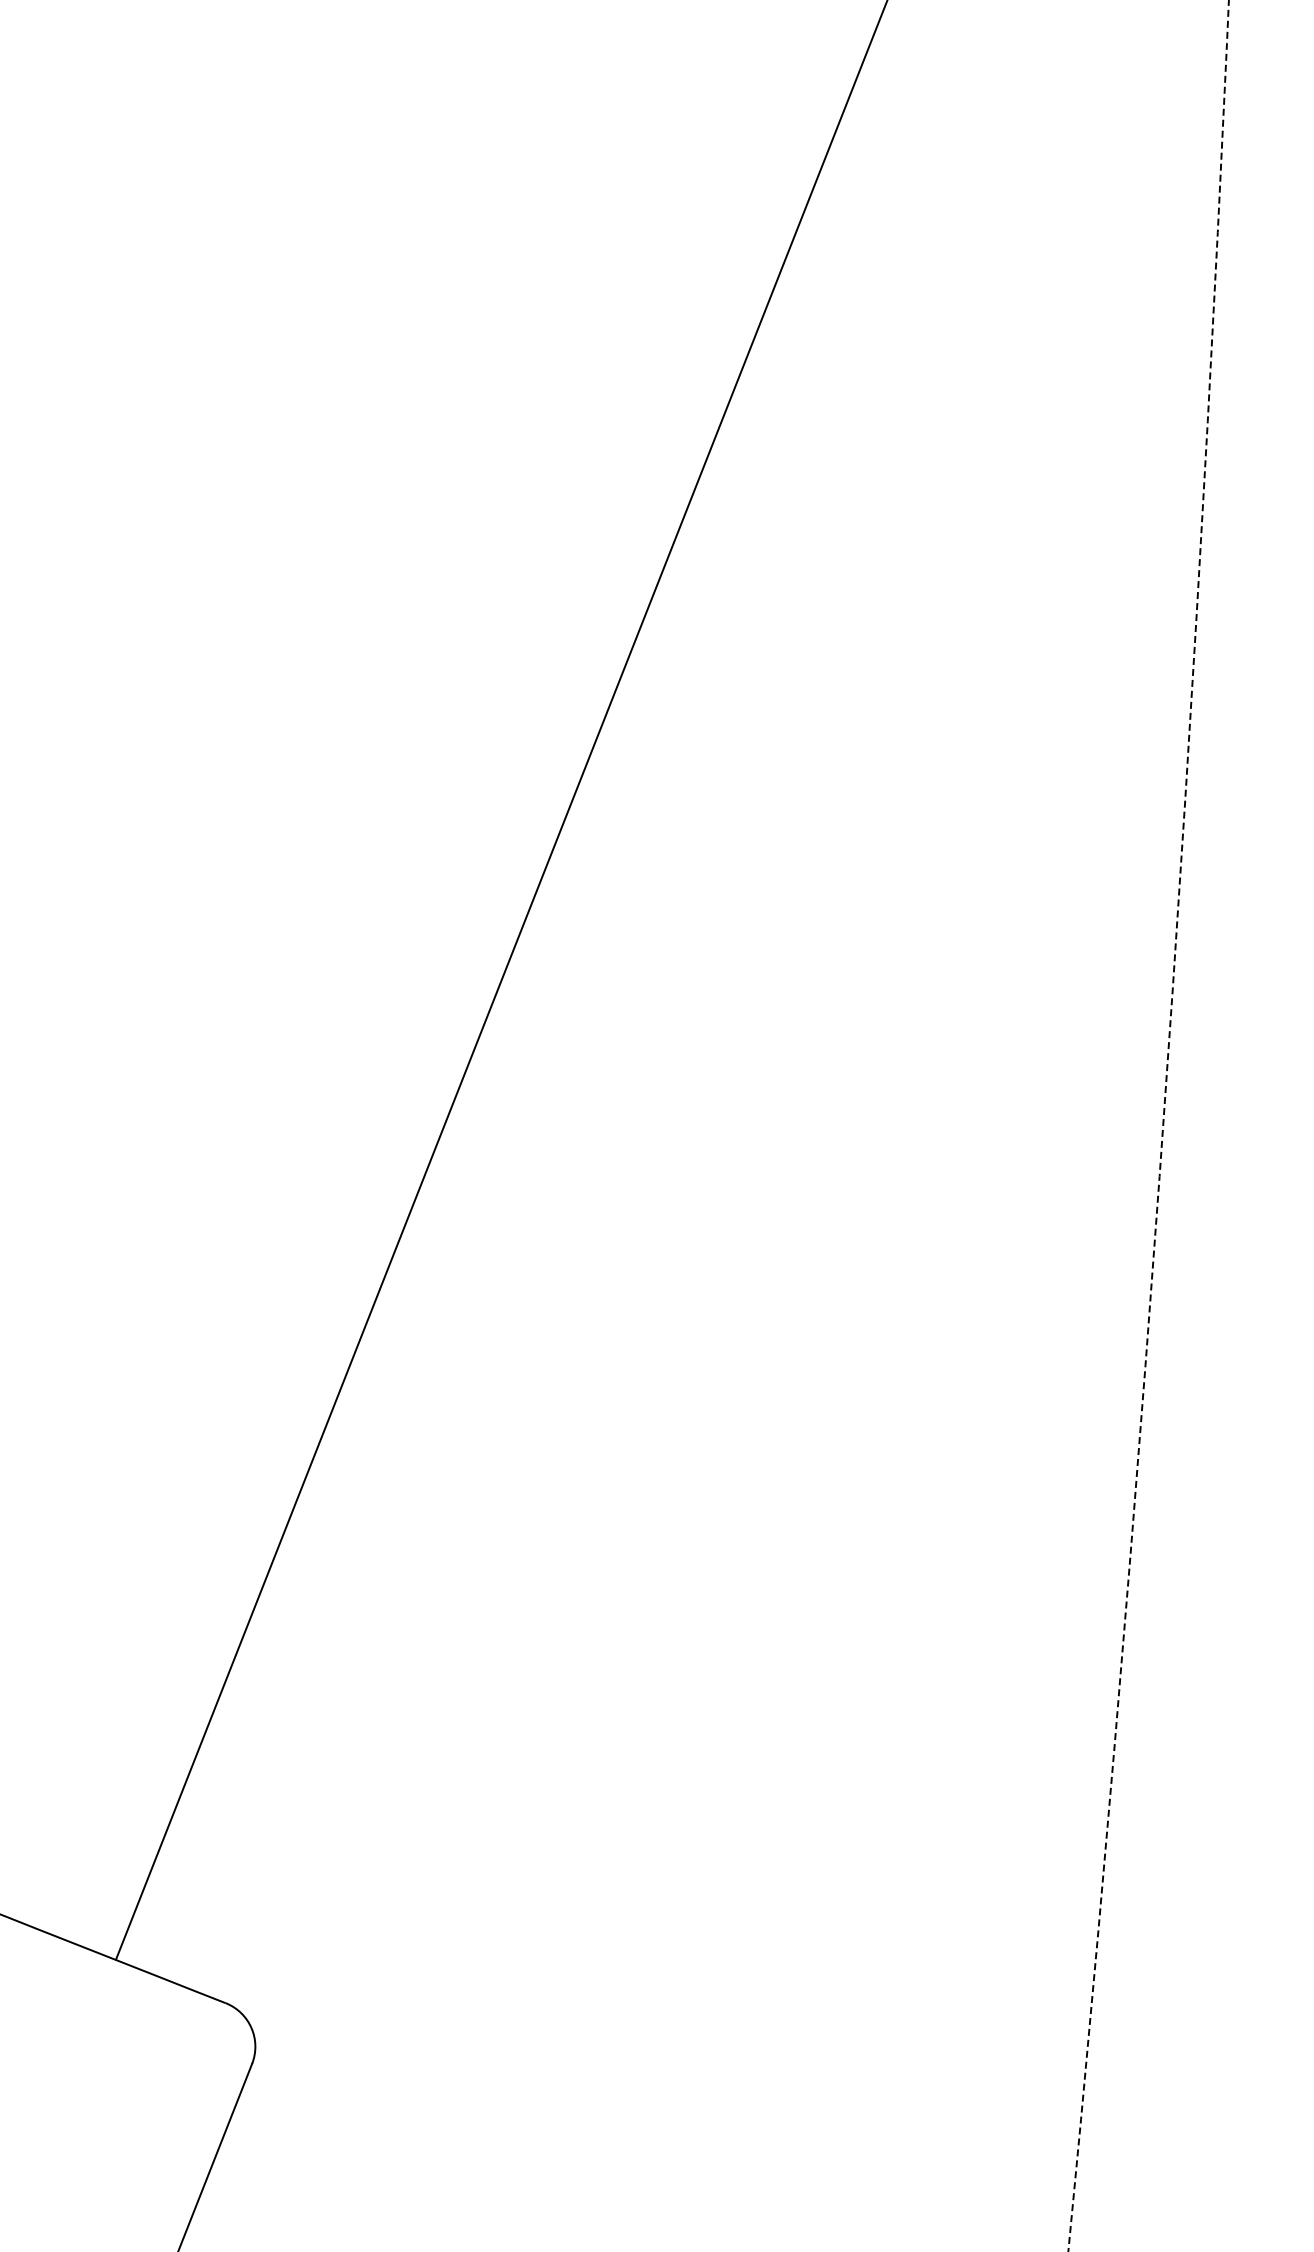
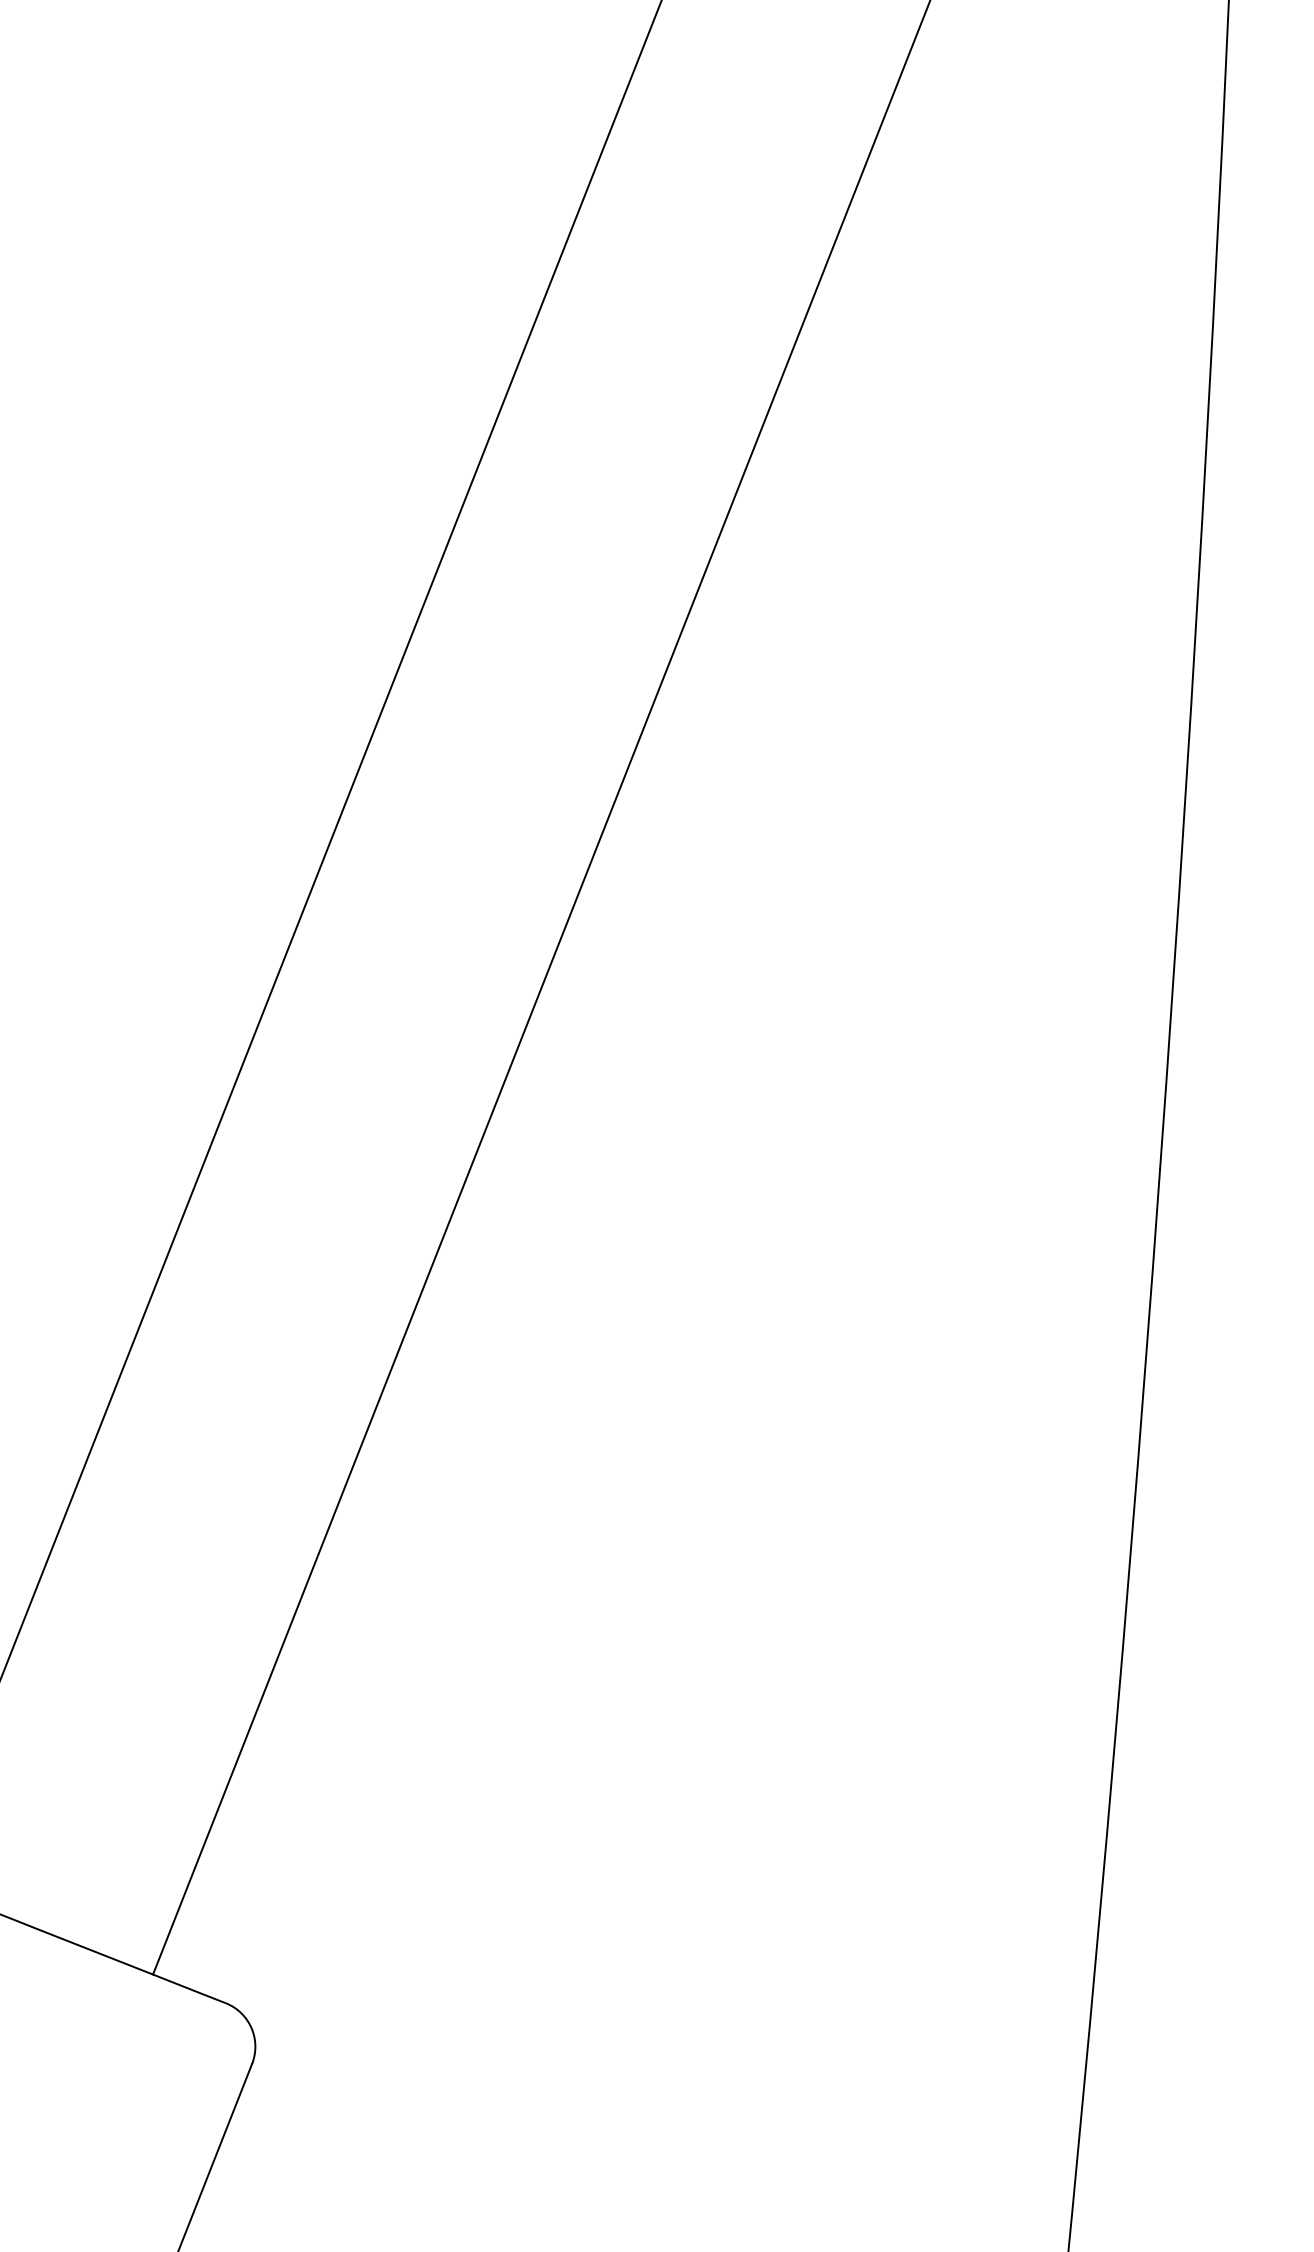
line at (331, 838): none -> present
line at (501, 980) position: (501, 980) -> (541, 988)
arc at (1163, 1126): dashed -> solid
